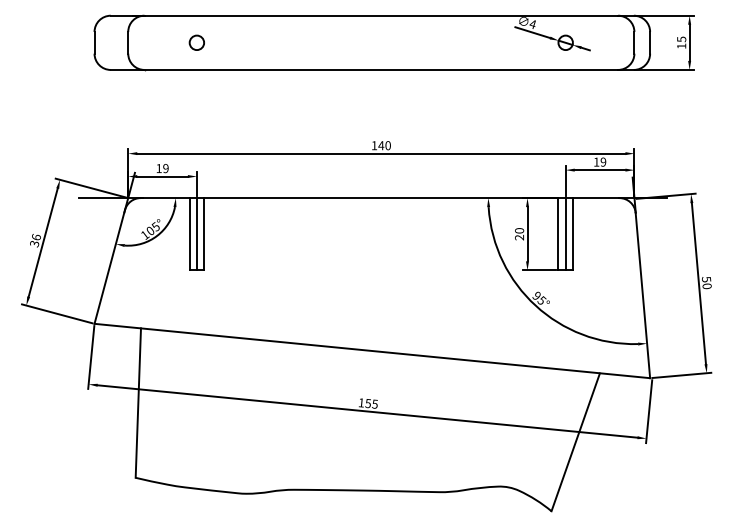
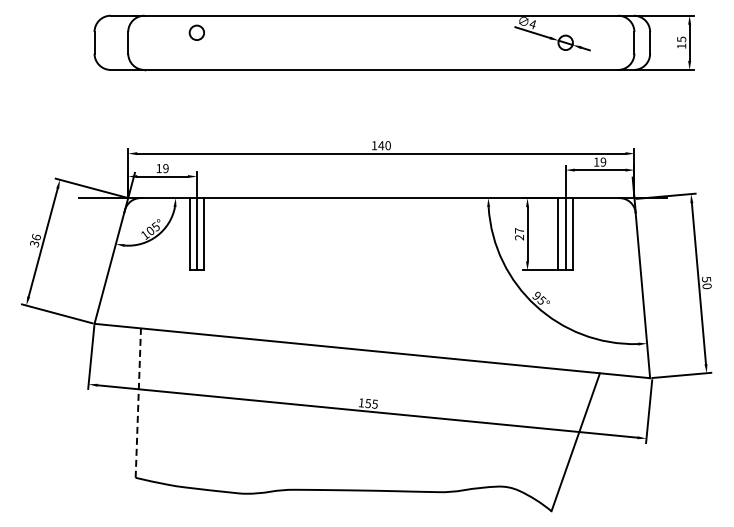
circle at (196, 42) position: (196, 42) -> (196, 32)
text at (519, 230): 20 -> 27
line at (138, 403): solid -> dashed
